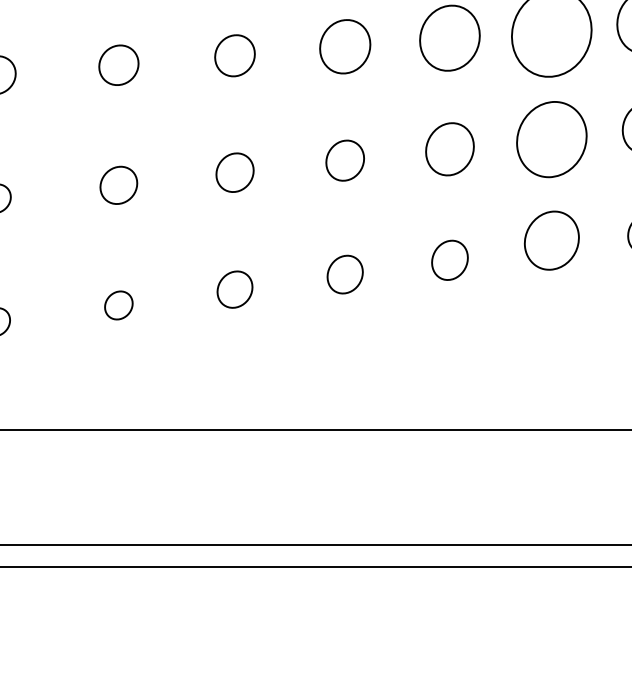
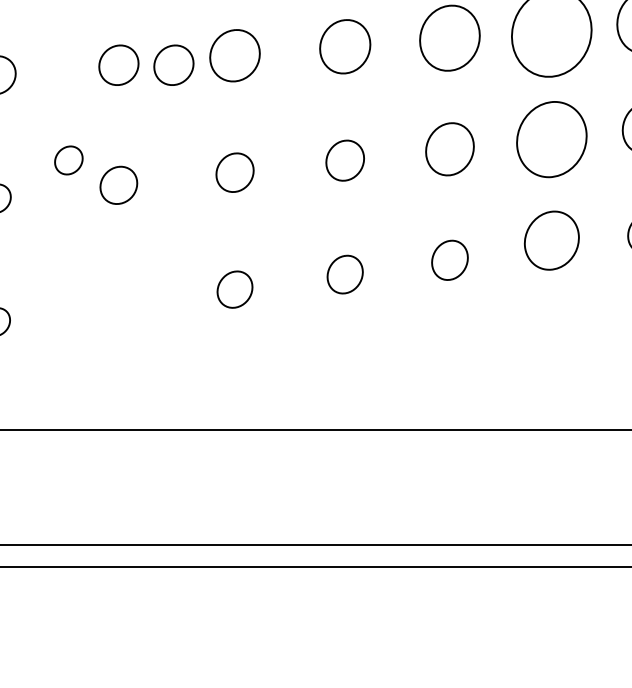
part at (234, 55) size: 42x44 px -> 52x54 px
part at (173, 64): none -> present
part at (118, 305) position: (118, 305) -> (68, 160)
